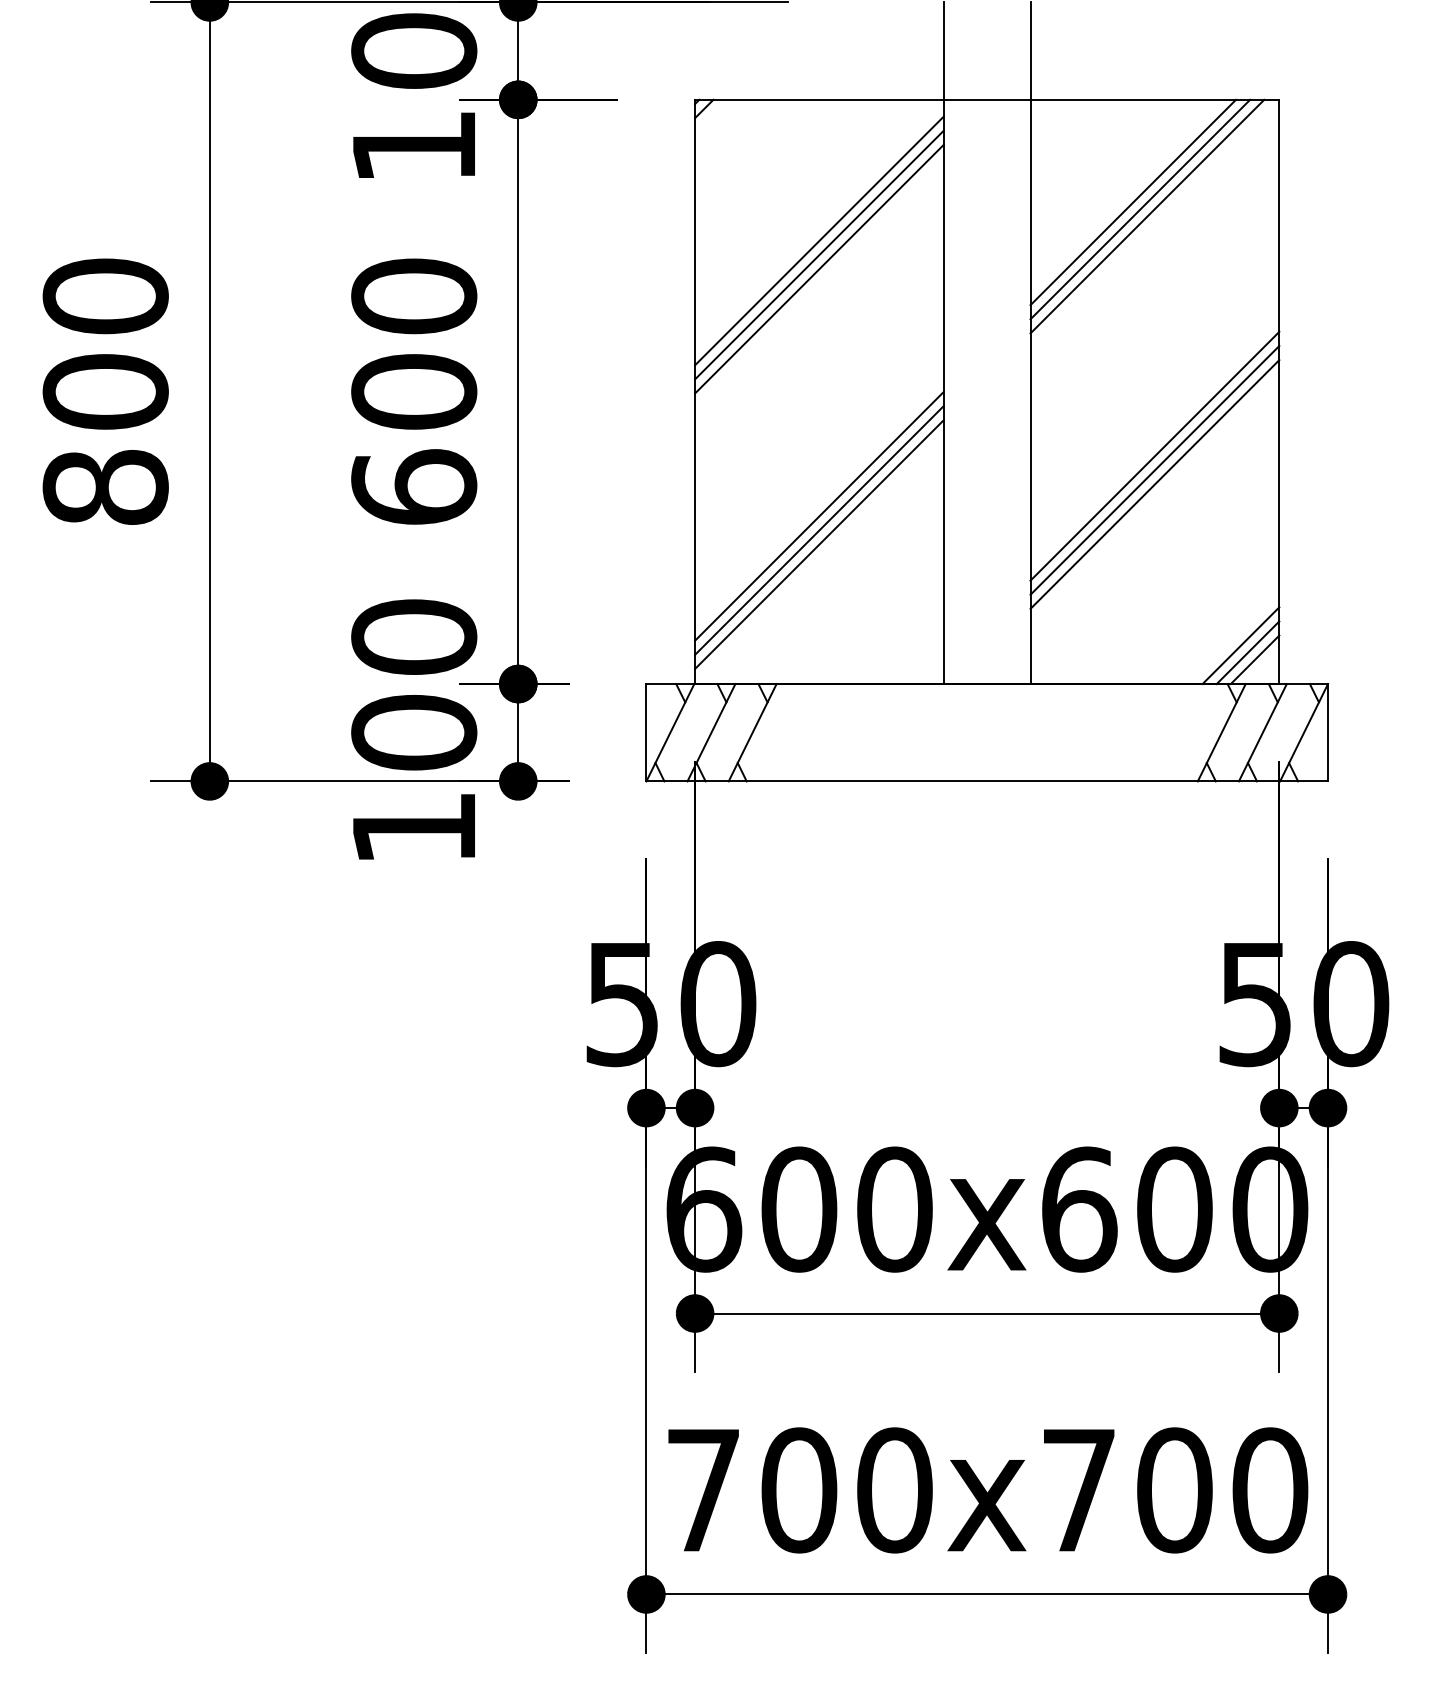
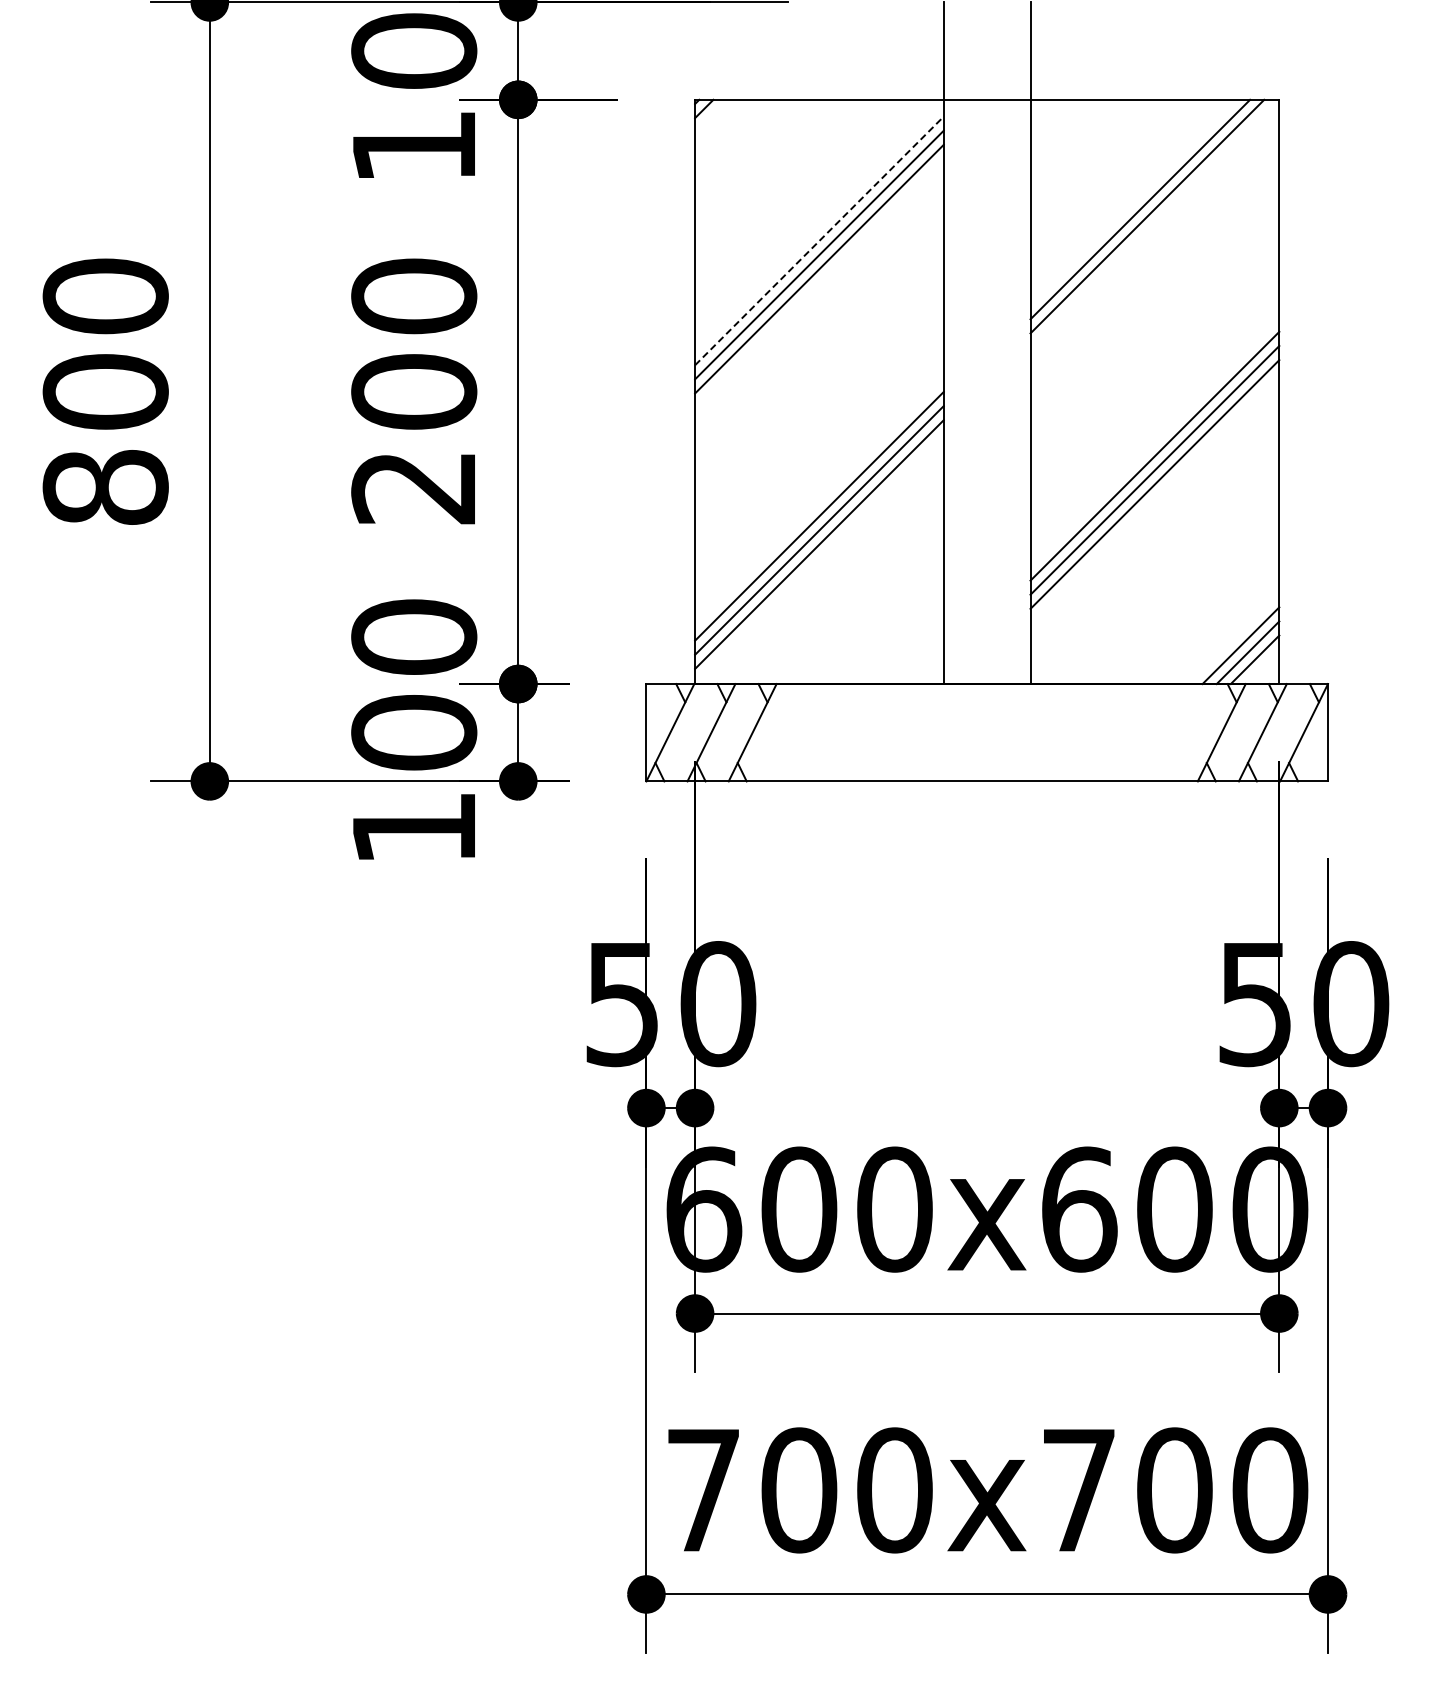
line at (1133, 202): present -> none
line at (819, 240): solid -> dashed
text at (414, 486): 600 -> 200
